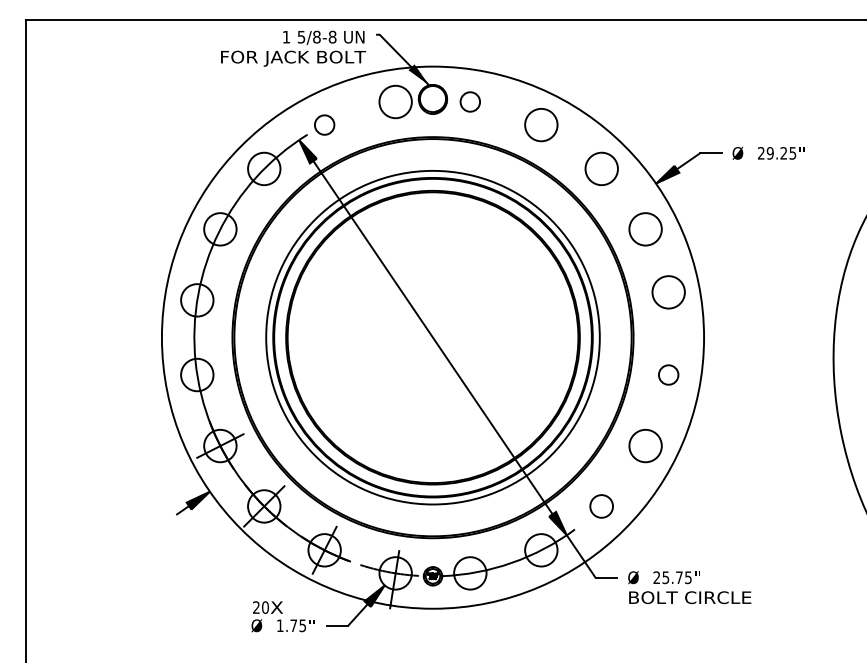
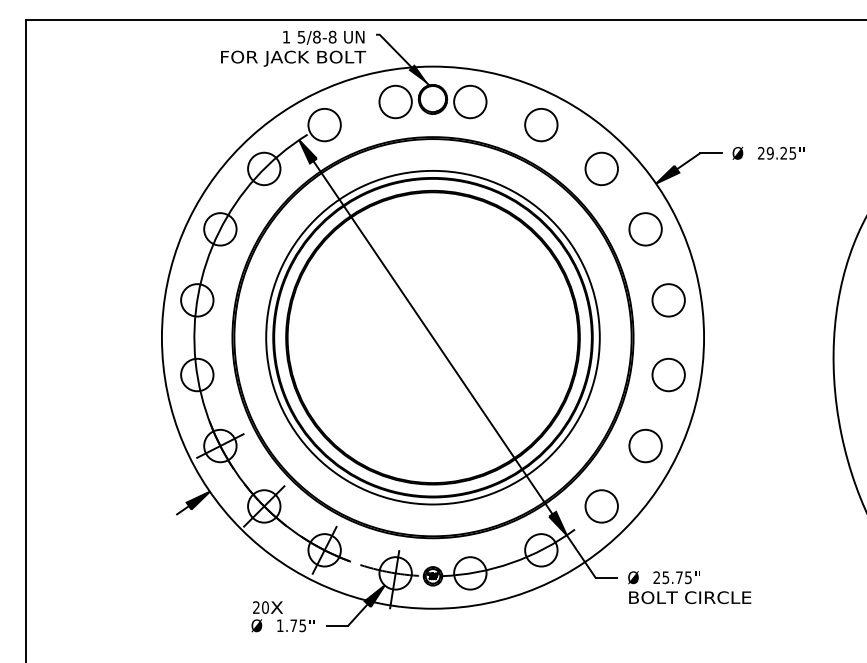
circle at (470, 101) diameter: 19 px -> 32 px
circle at (324, 124) diameter: 19 px -> 32 px
circle at (668, 292) position: (668, 292) -> (668, 300)
circle at (668, 374) diameter: 19 px -> 32 px
circle at (601, 506) size: 25x25 px -> 35x35 px
